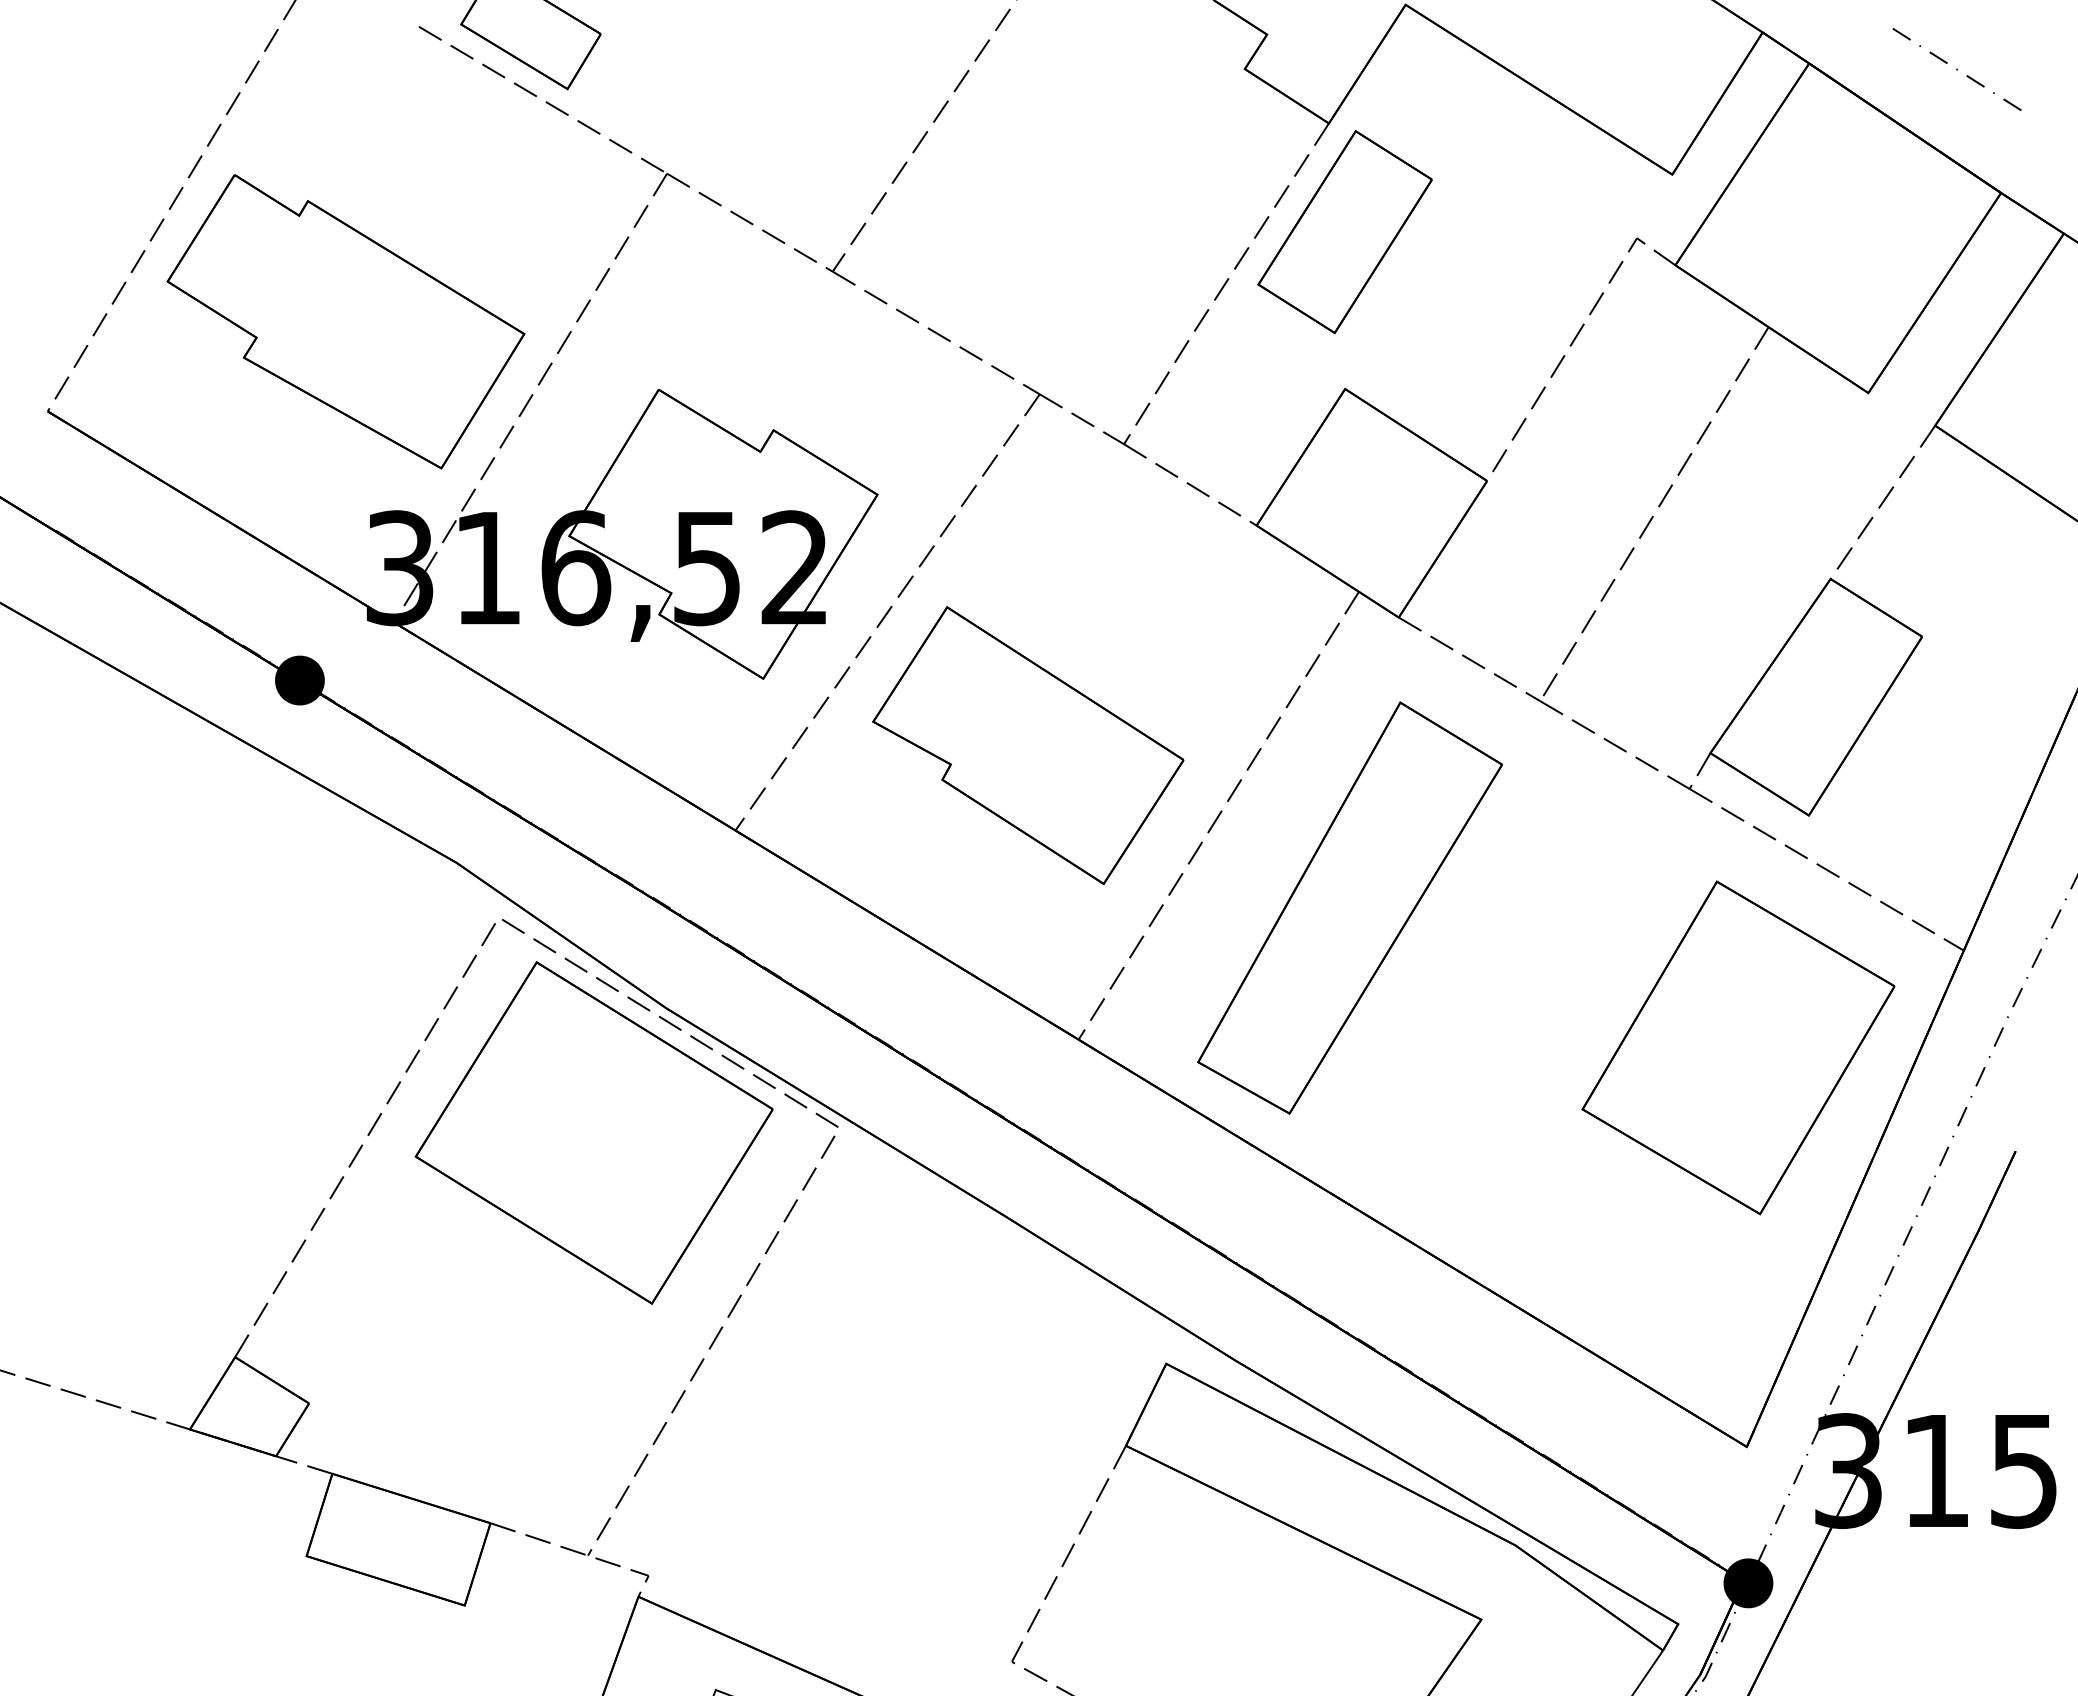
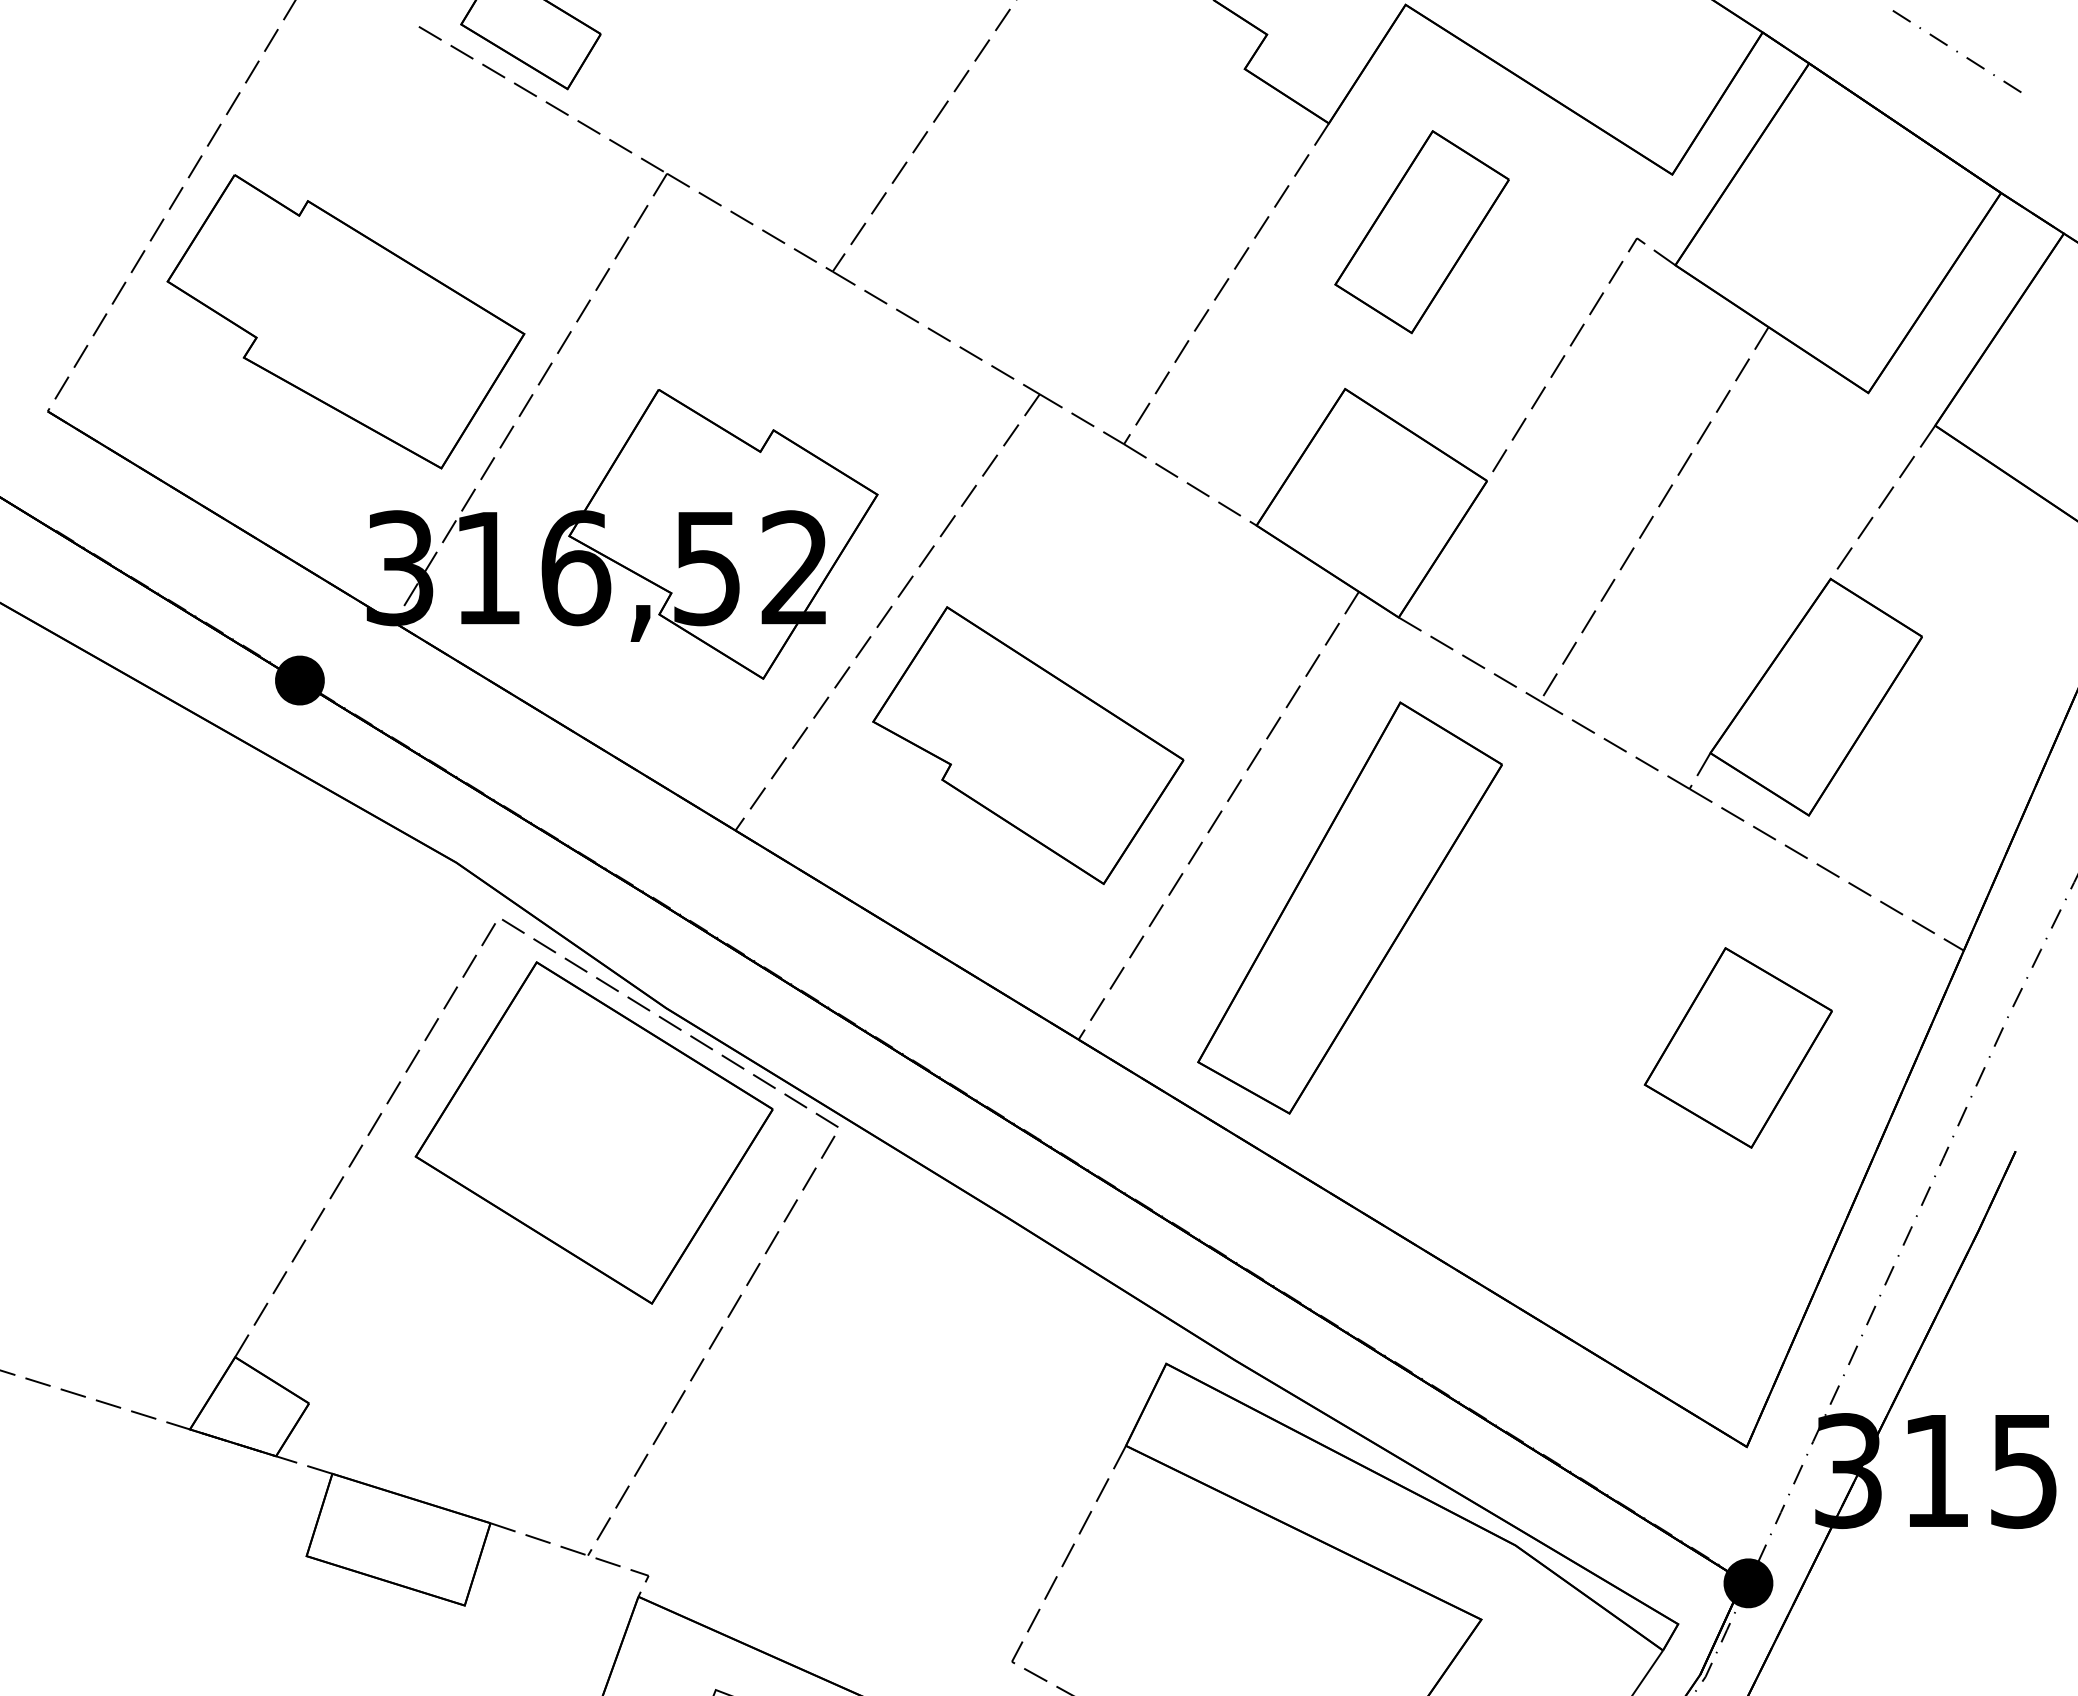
line at (1956, 69) position: (1956, 69) -> (1956, 51)
part at (1344, 232) position: (1344, 232) -> (1421, 232)
part at (1738, 1047) size: 315x336 px -> 190x202 px
